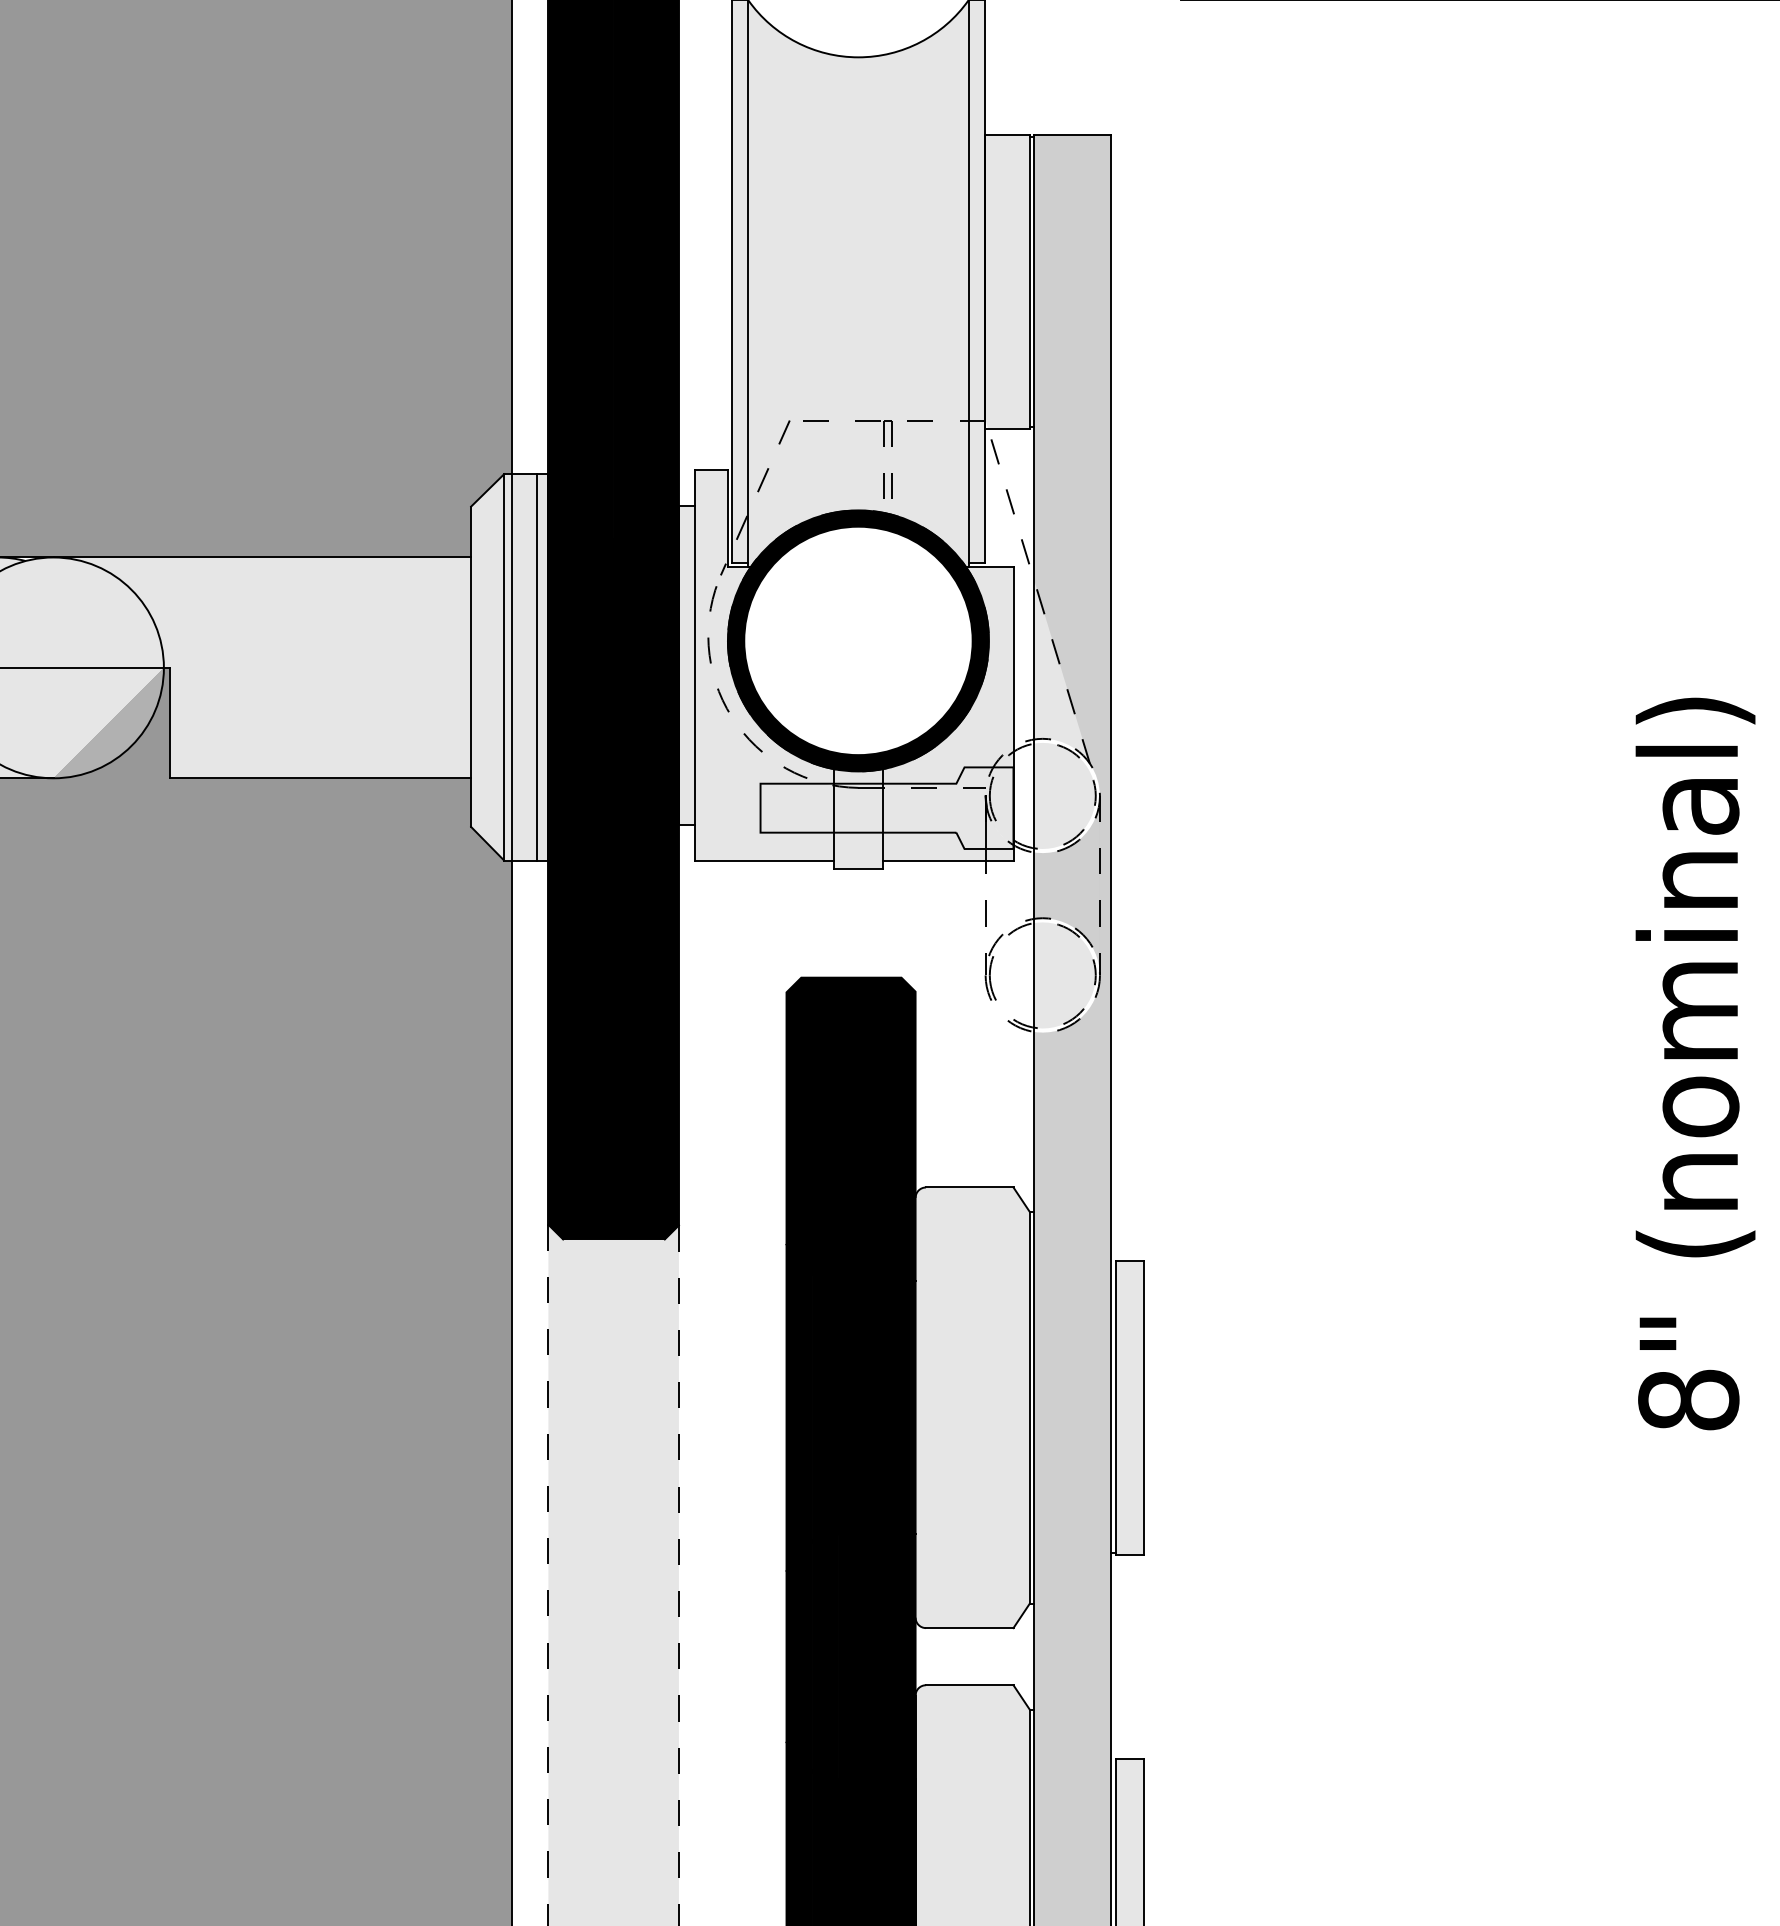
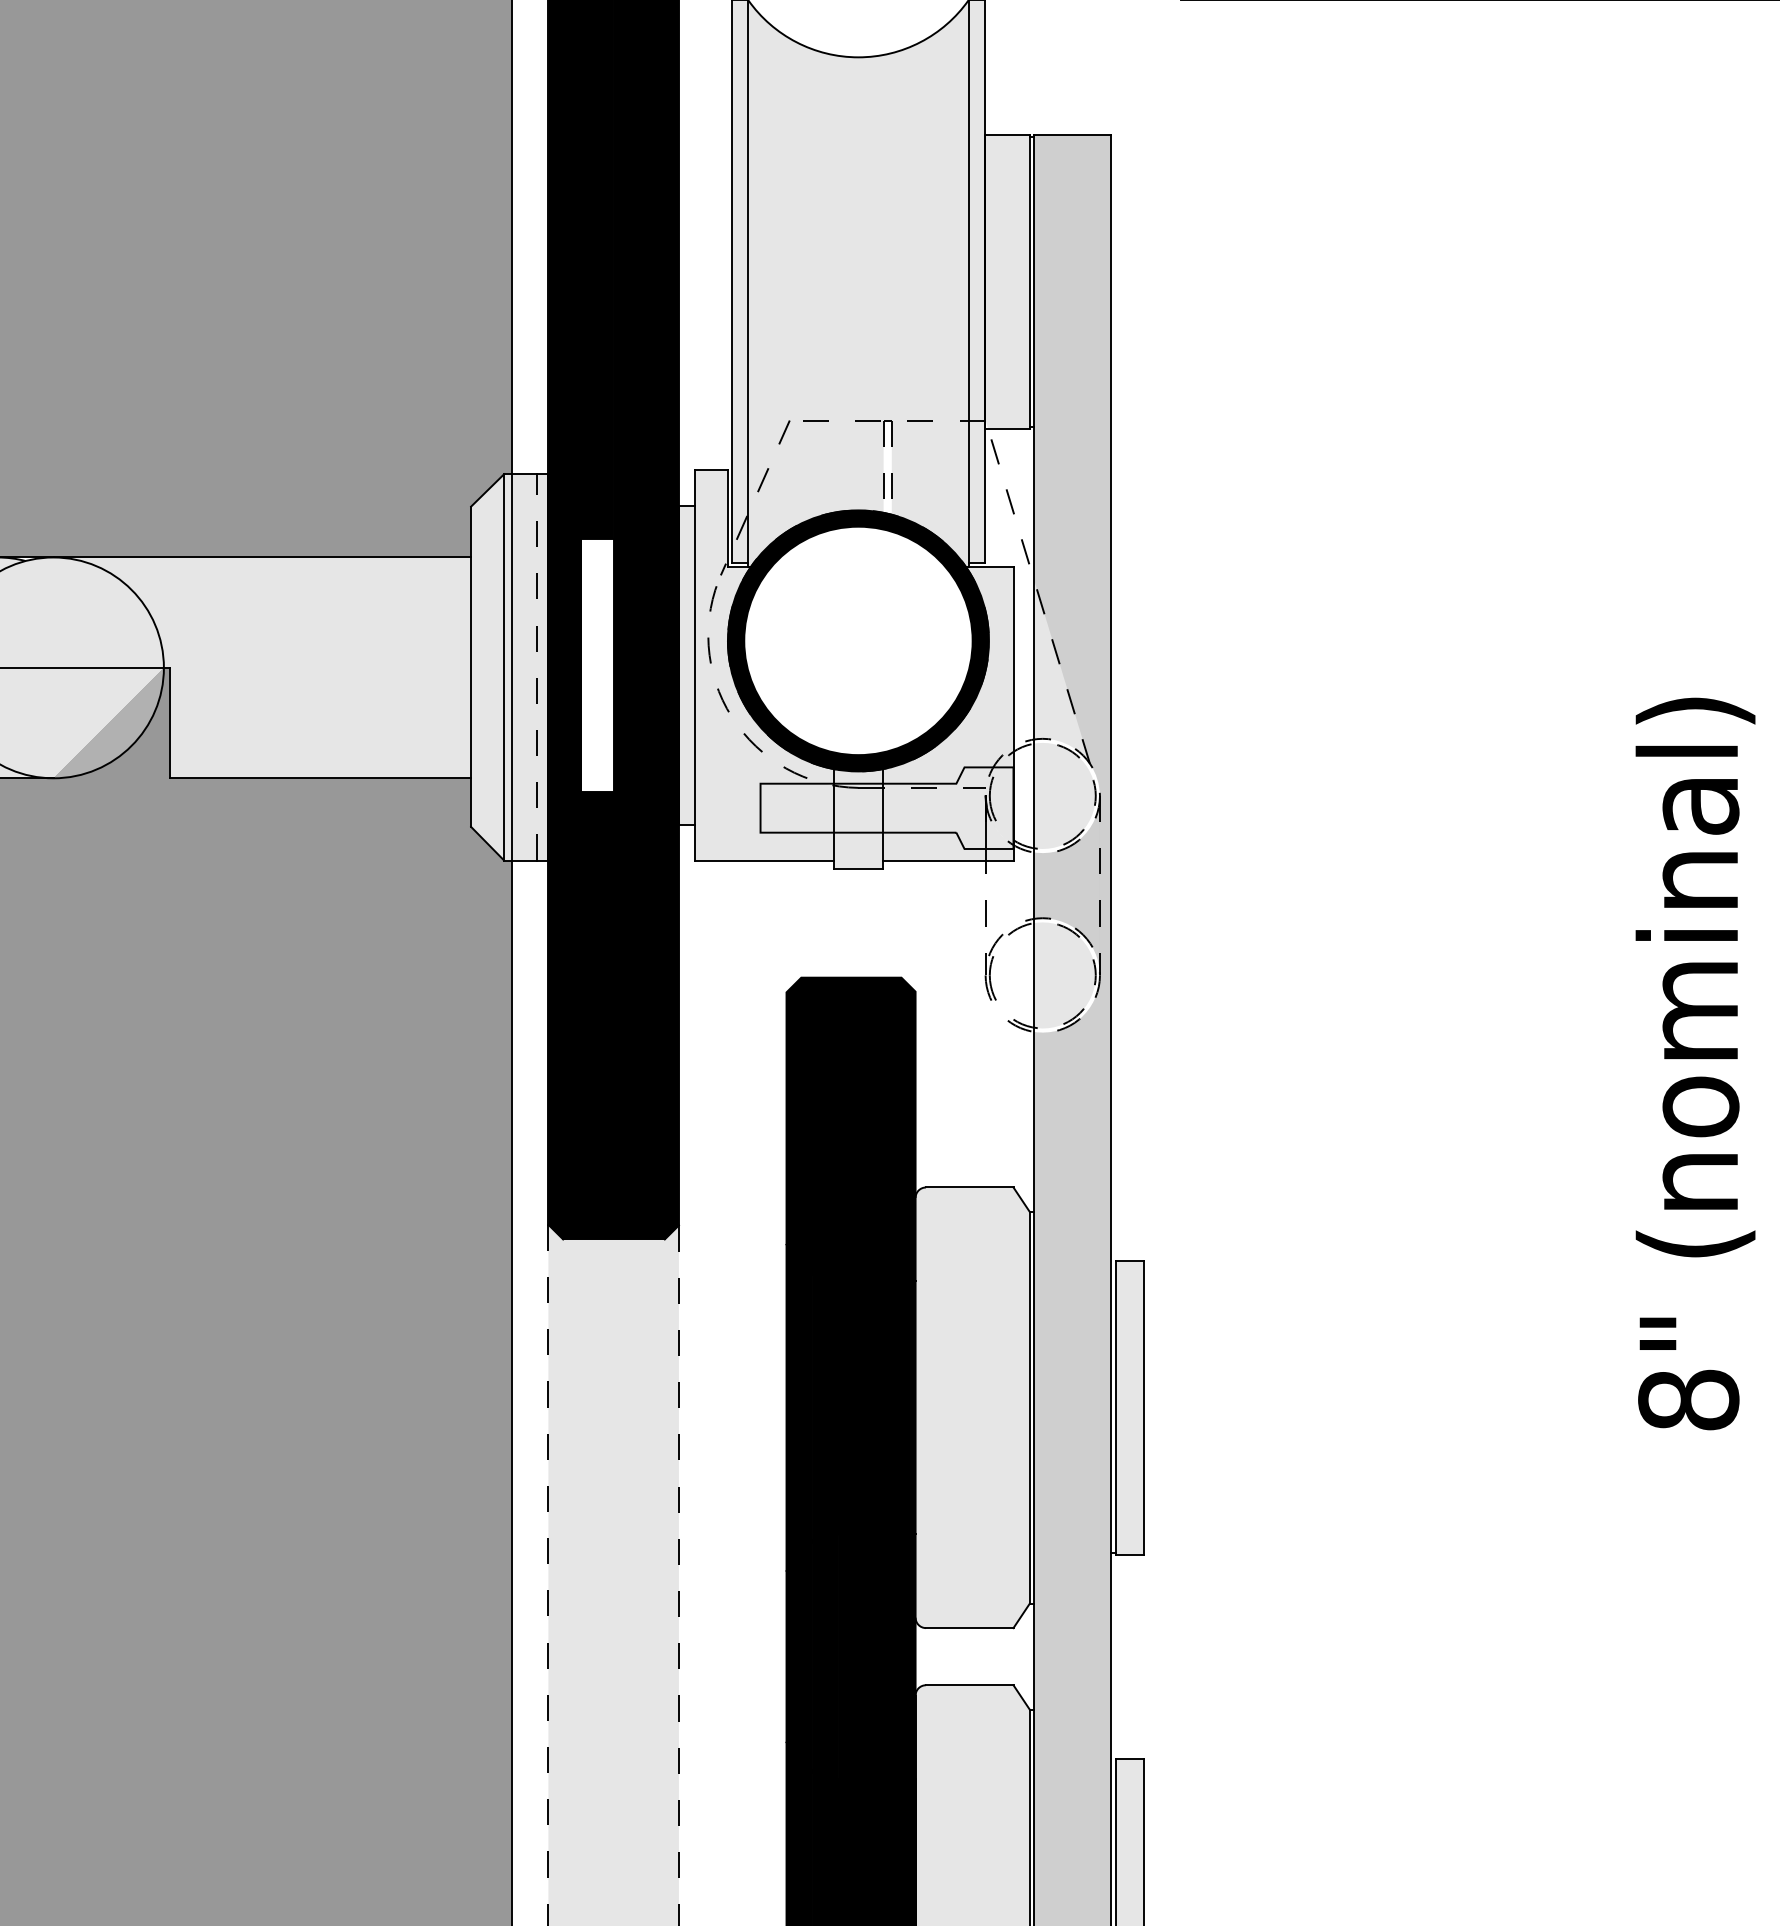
fill at (887, 467): present -> none
fill at (597, 664): present -> none
line at (537, 666): solid -> dashed
